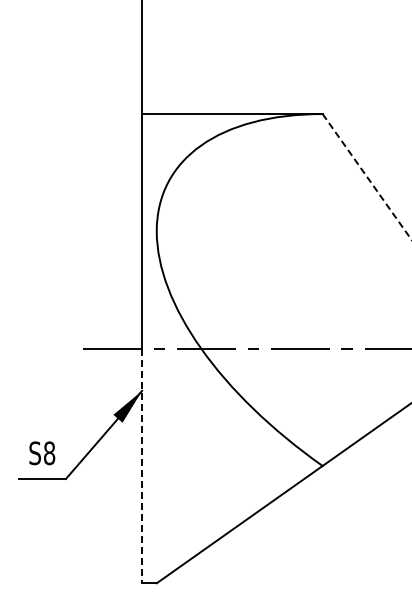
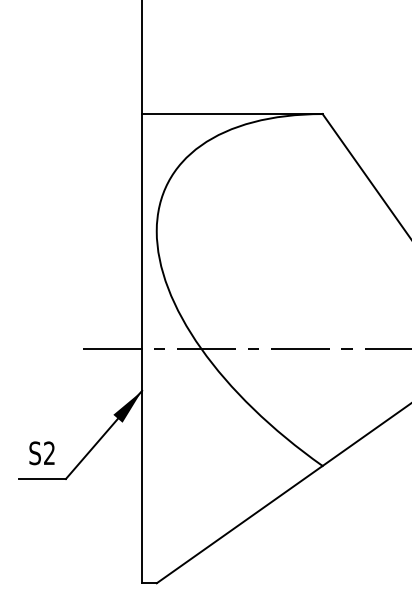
line at (367, 177): dashed -> solid
text at (49, 453): S8 -> S2
line at (142, 466): dashed -> solid
